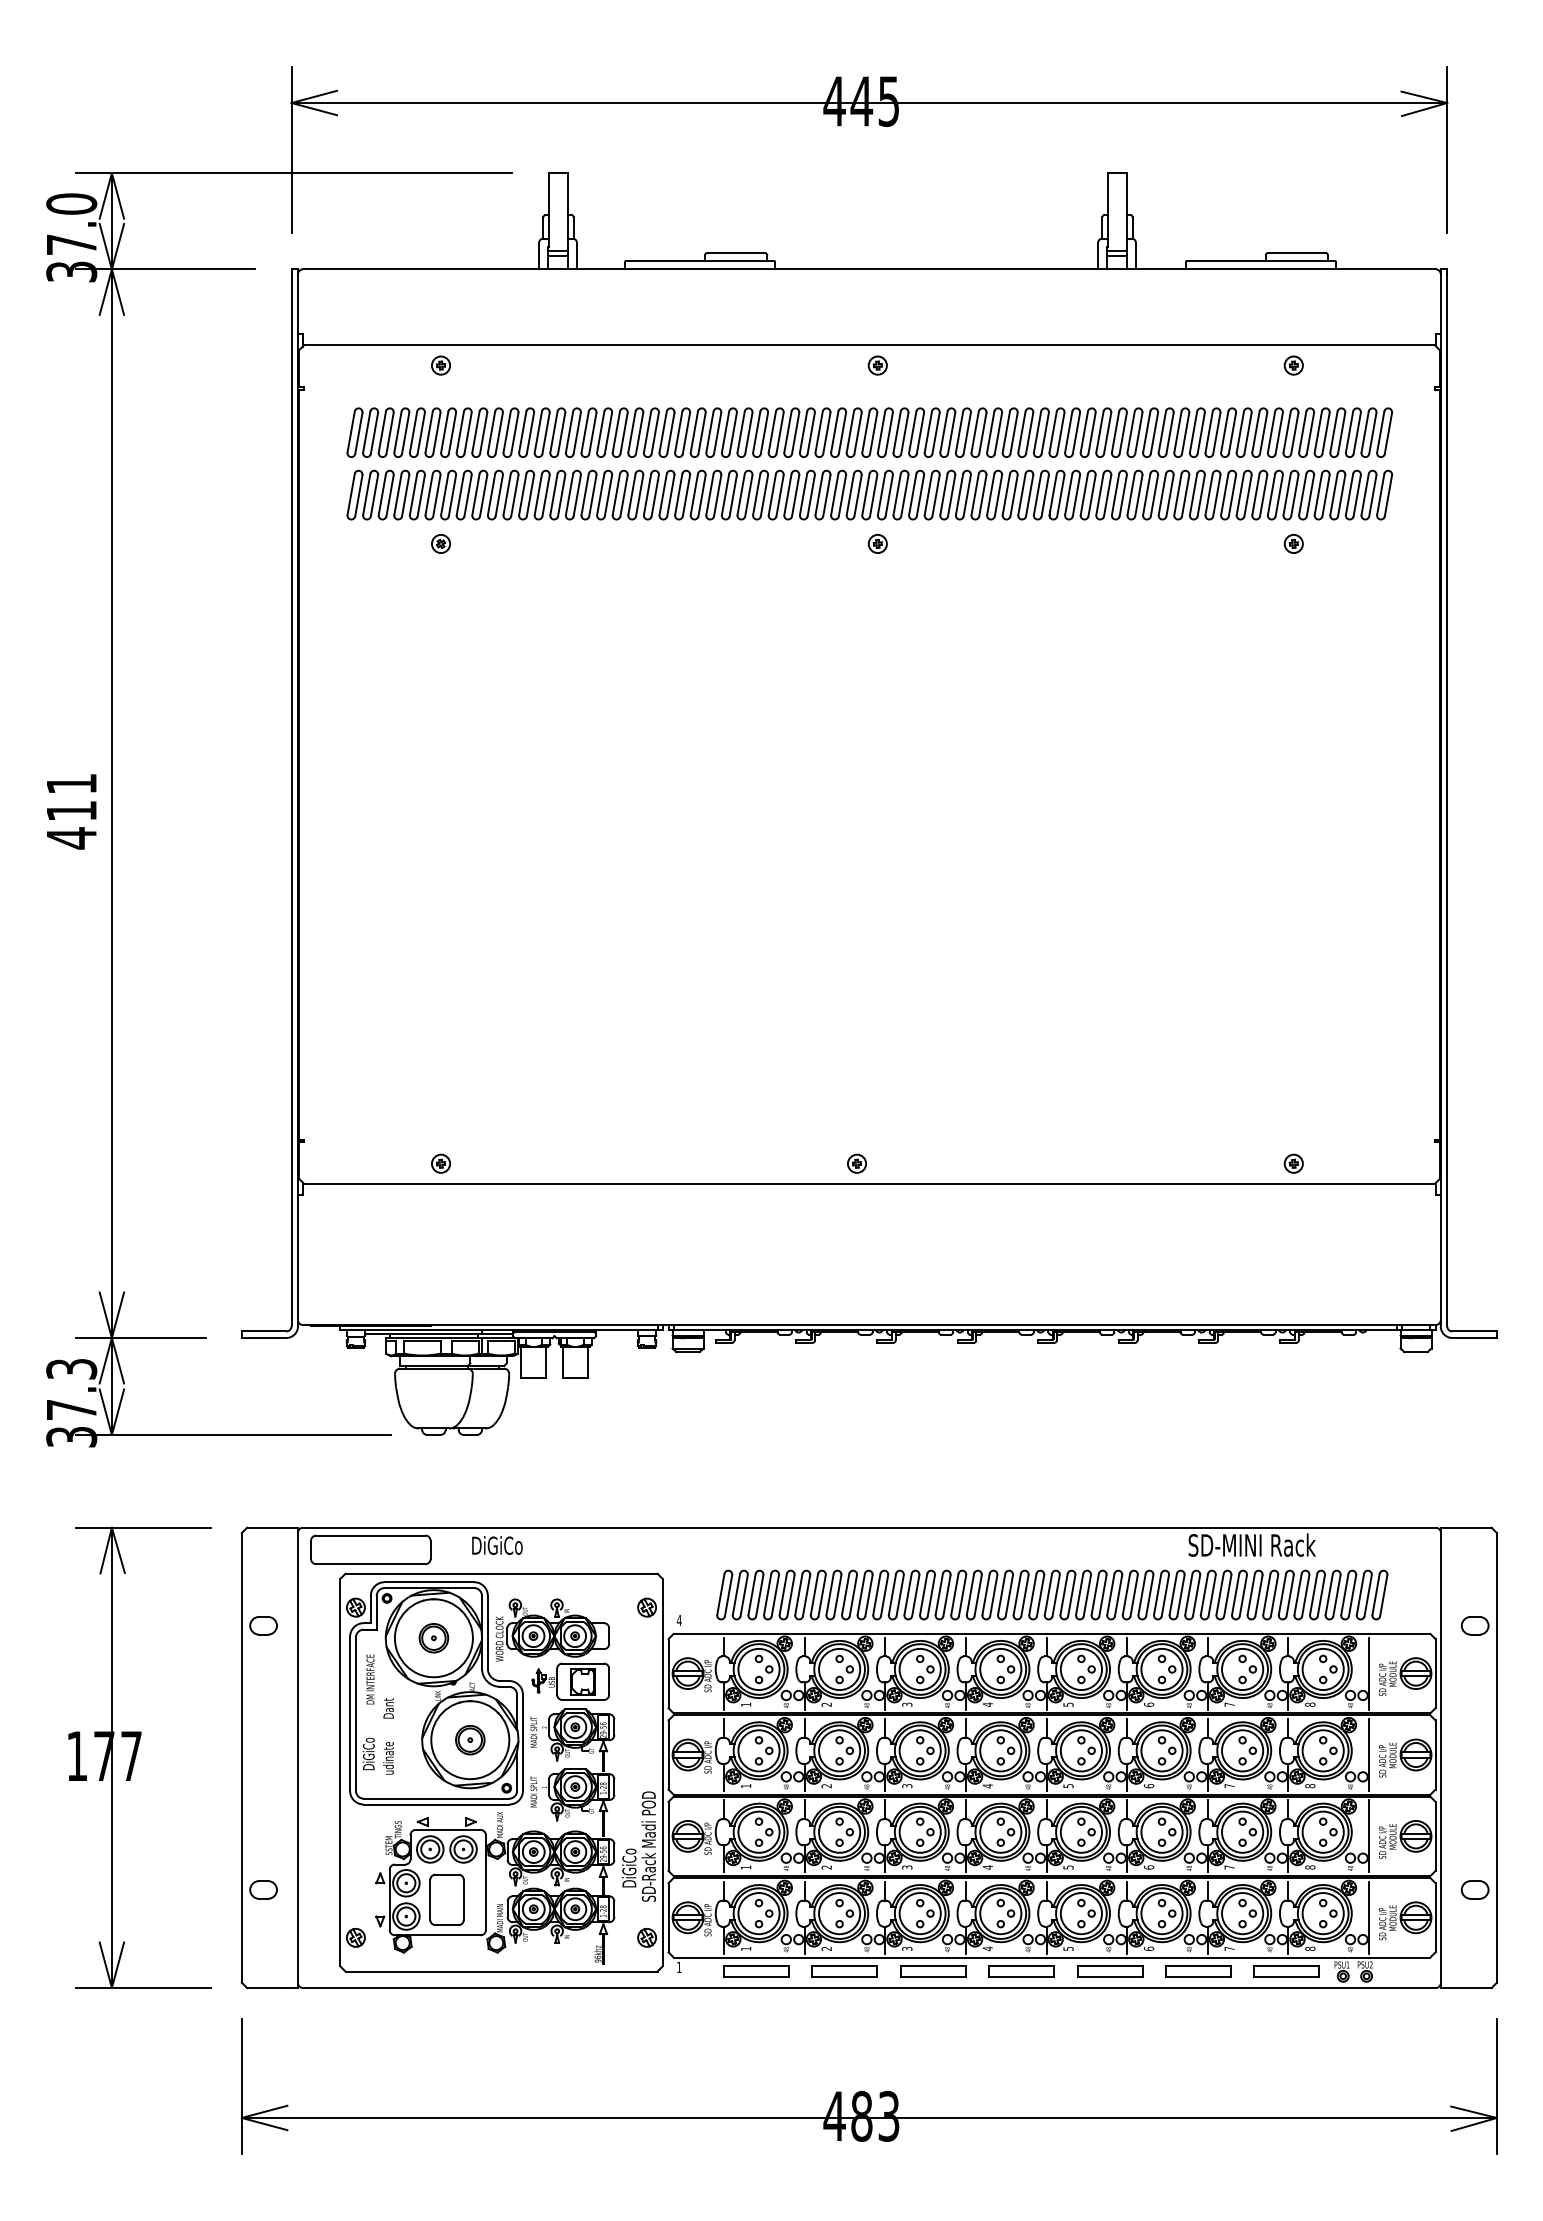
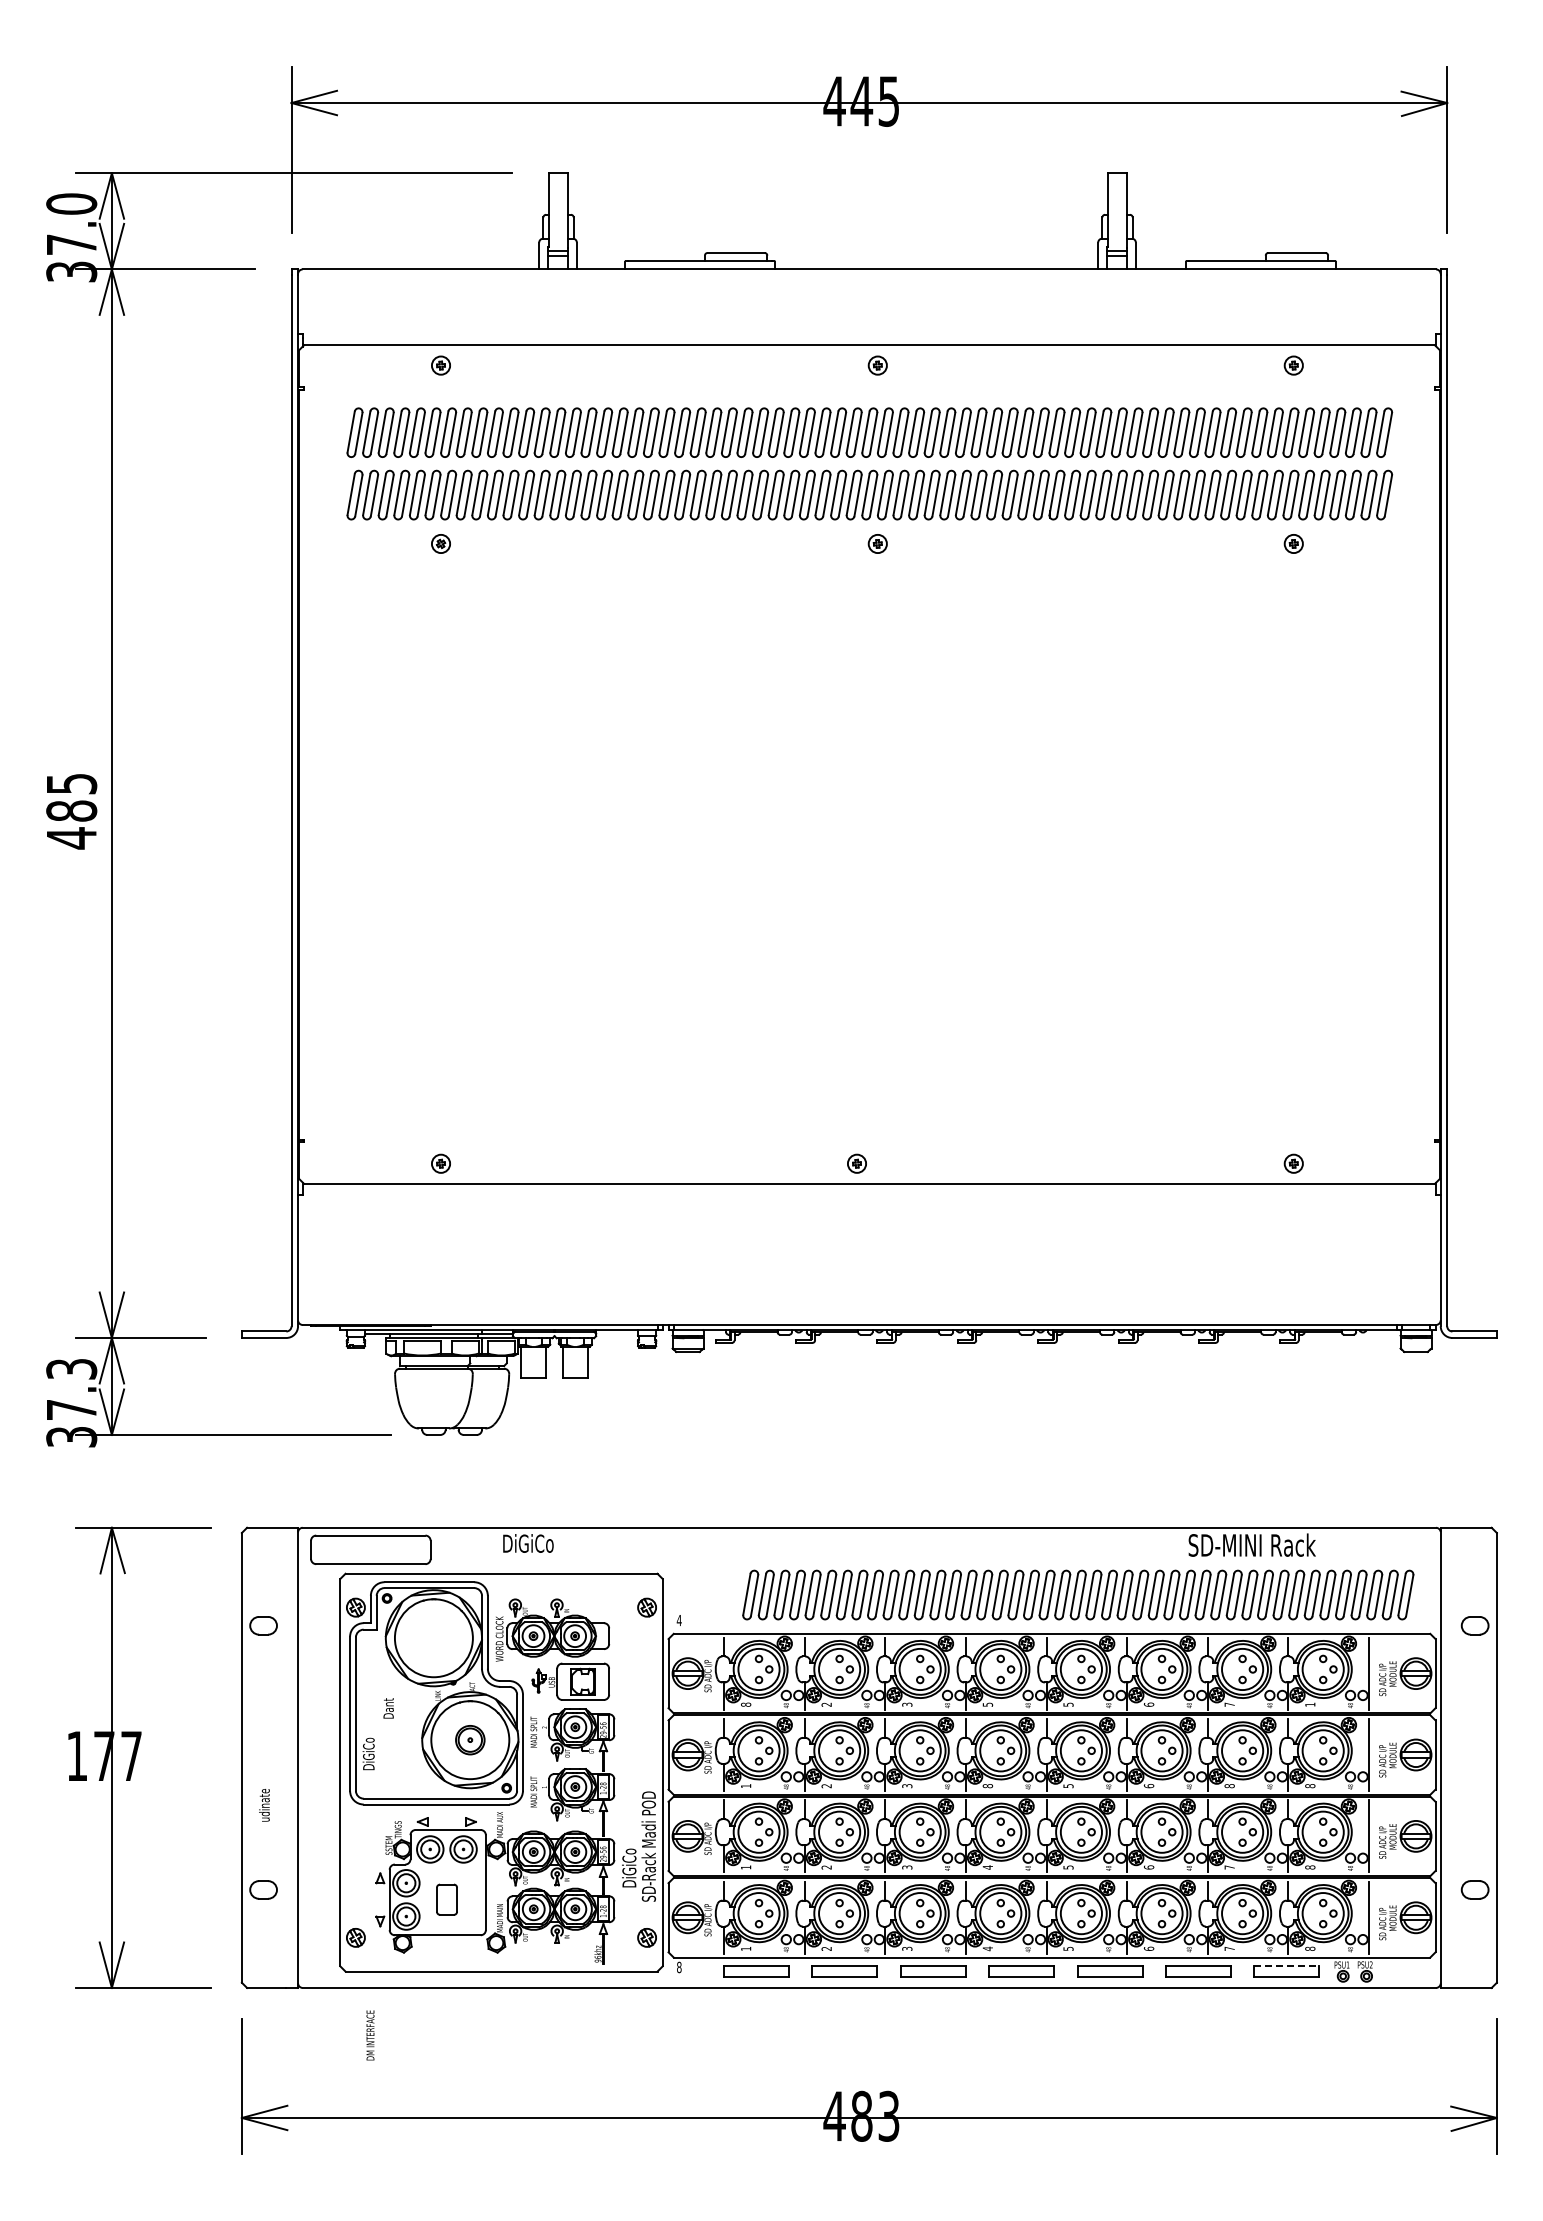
text at (71, 797): 411 -> 485
text at (497, 1545) position: (497, 1545) -> (528, 1543)
part at (1052, 1594) position: (1052, 1594) -> (1078, 1594)
part at (433, 1638): present -> none
text at (370, 1679) position: (370, 1679) -> (370, 2035)
text at (746, 1704): 1 -> 8
text at (987, 1704): 4 -> 5
text at (1310, 1704): 8 -> 1
text at (388, 1758) position: (388, 1758) -> (264, 1805)
text at (987, 1786): 4 -> 8
text at (1229, 1786): 7 -> 8
part at (446, 1899) size: 36x53 px -> 22x33 px
line at (1287, 1966): solid -> dashed
text at (679, 1967): 1 -> 8
